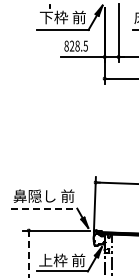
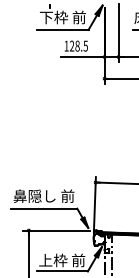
text at (66, 45): 828.5 -> 128.5
line at (44, 208): dashed -> solid
line at (28, 255): dashed -> solid
